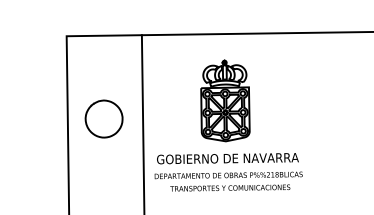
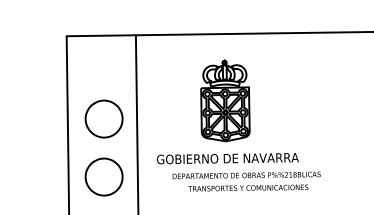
line at (142, 123) position: (142, 123) -> (136, 123)
part at (103, 176): none -> present
text at (228, 181) position: (228, 181) -> (246, 181)
